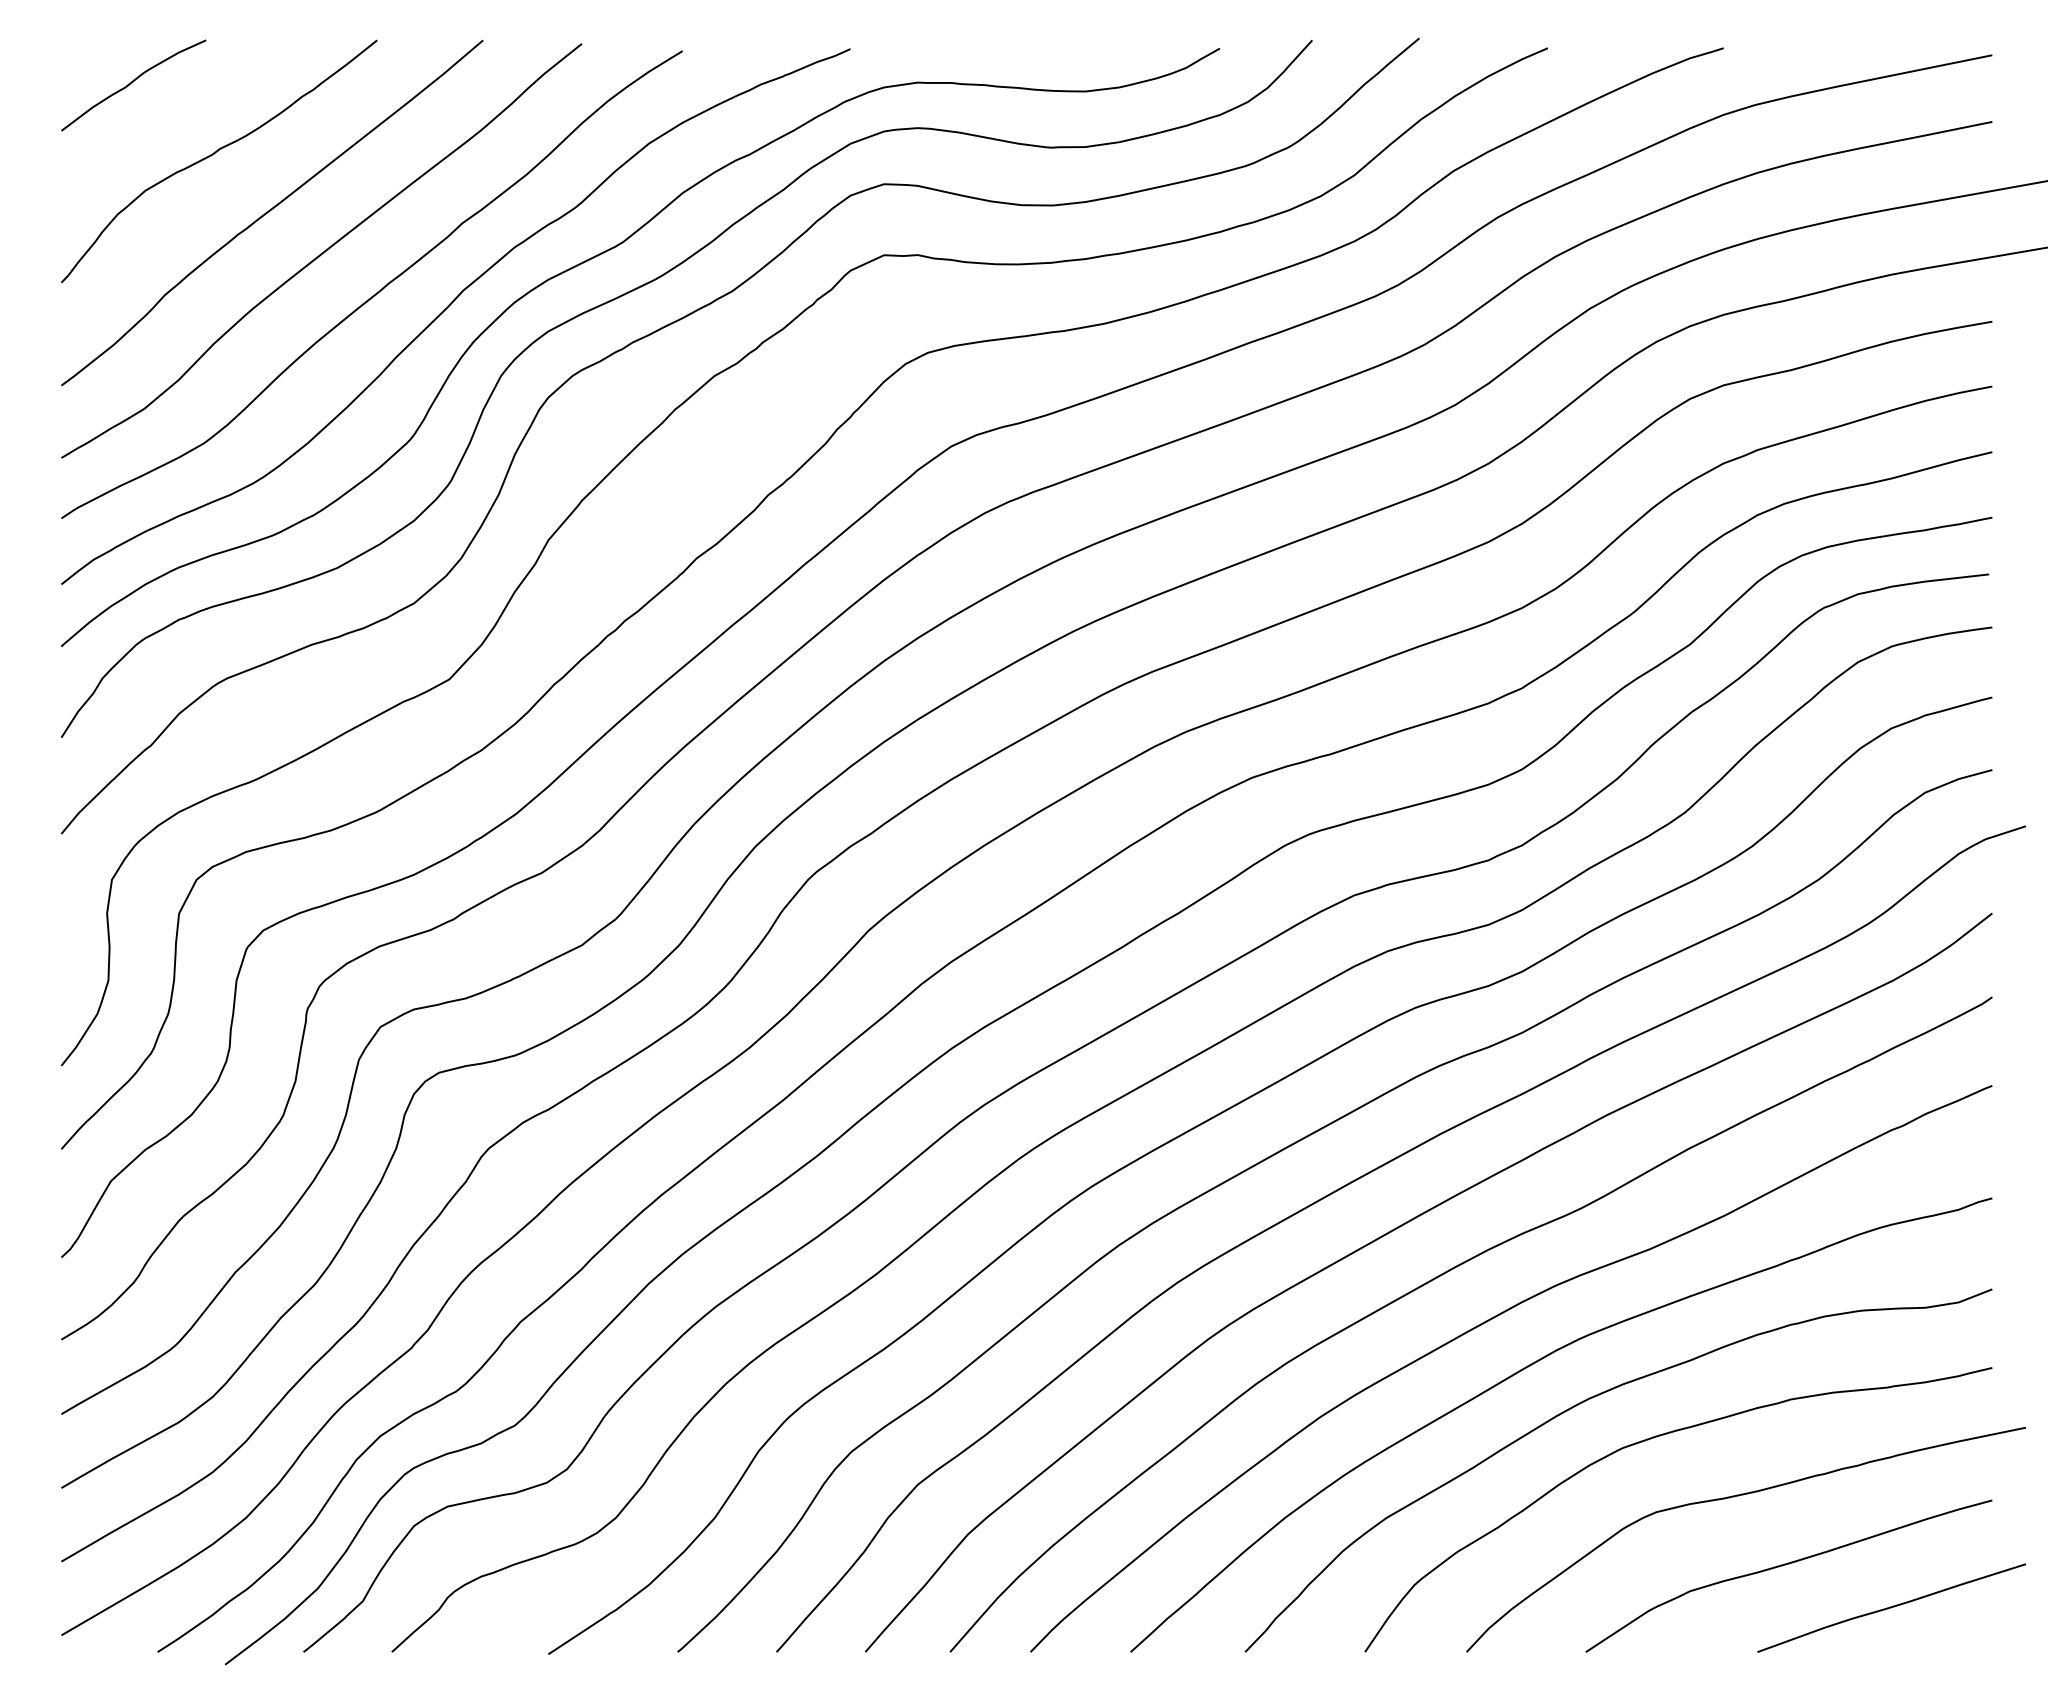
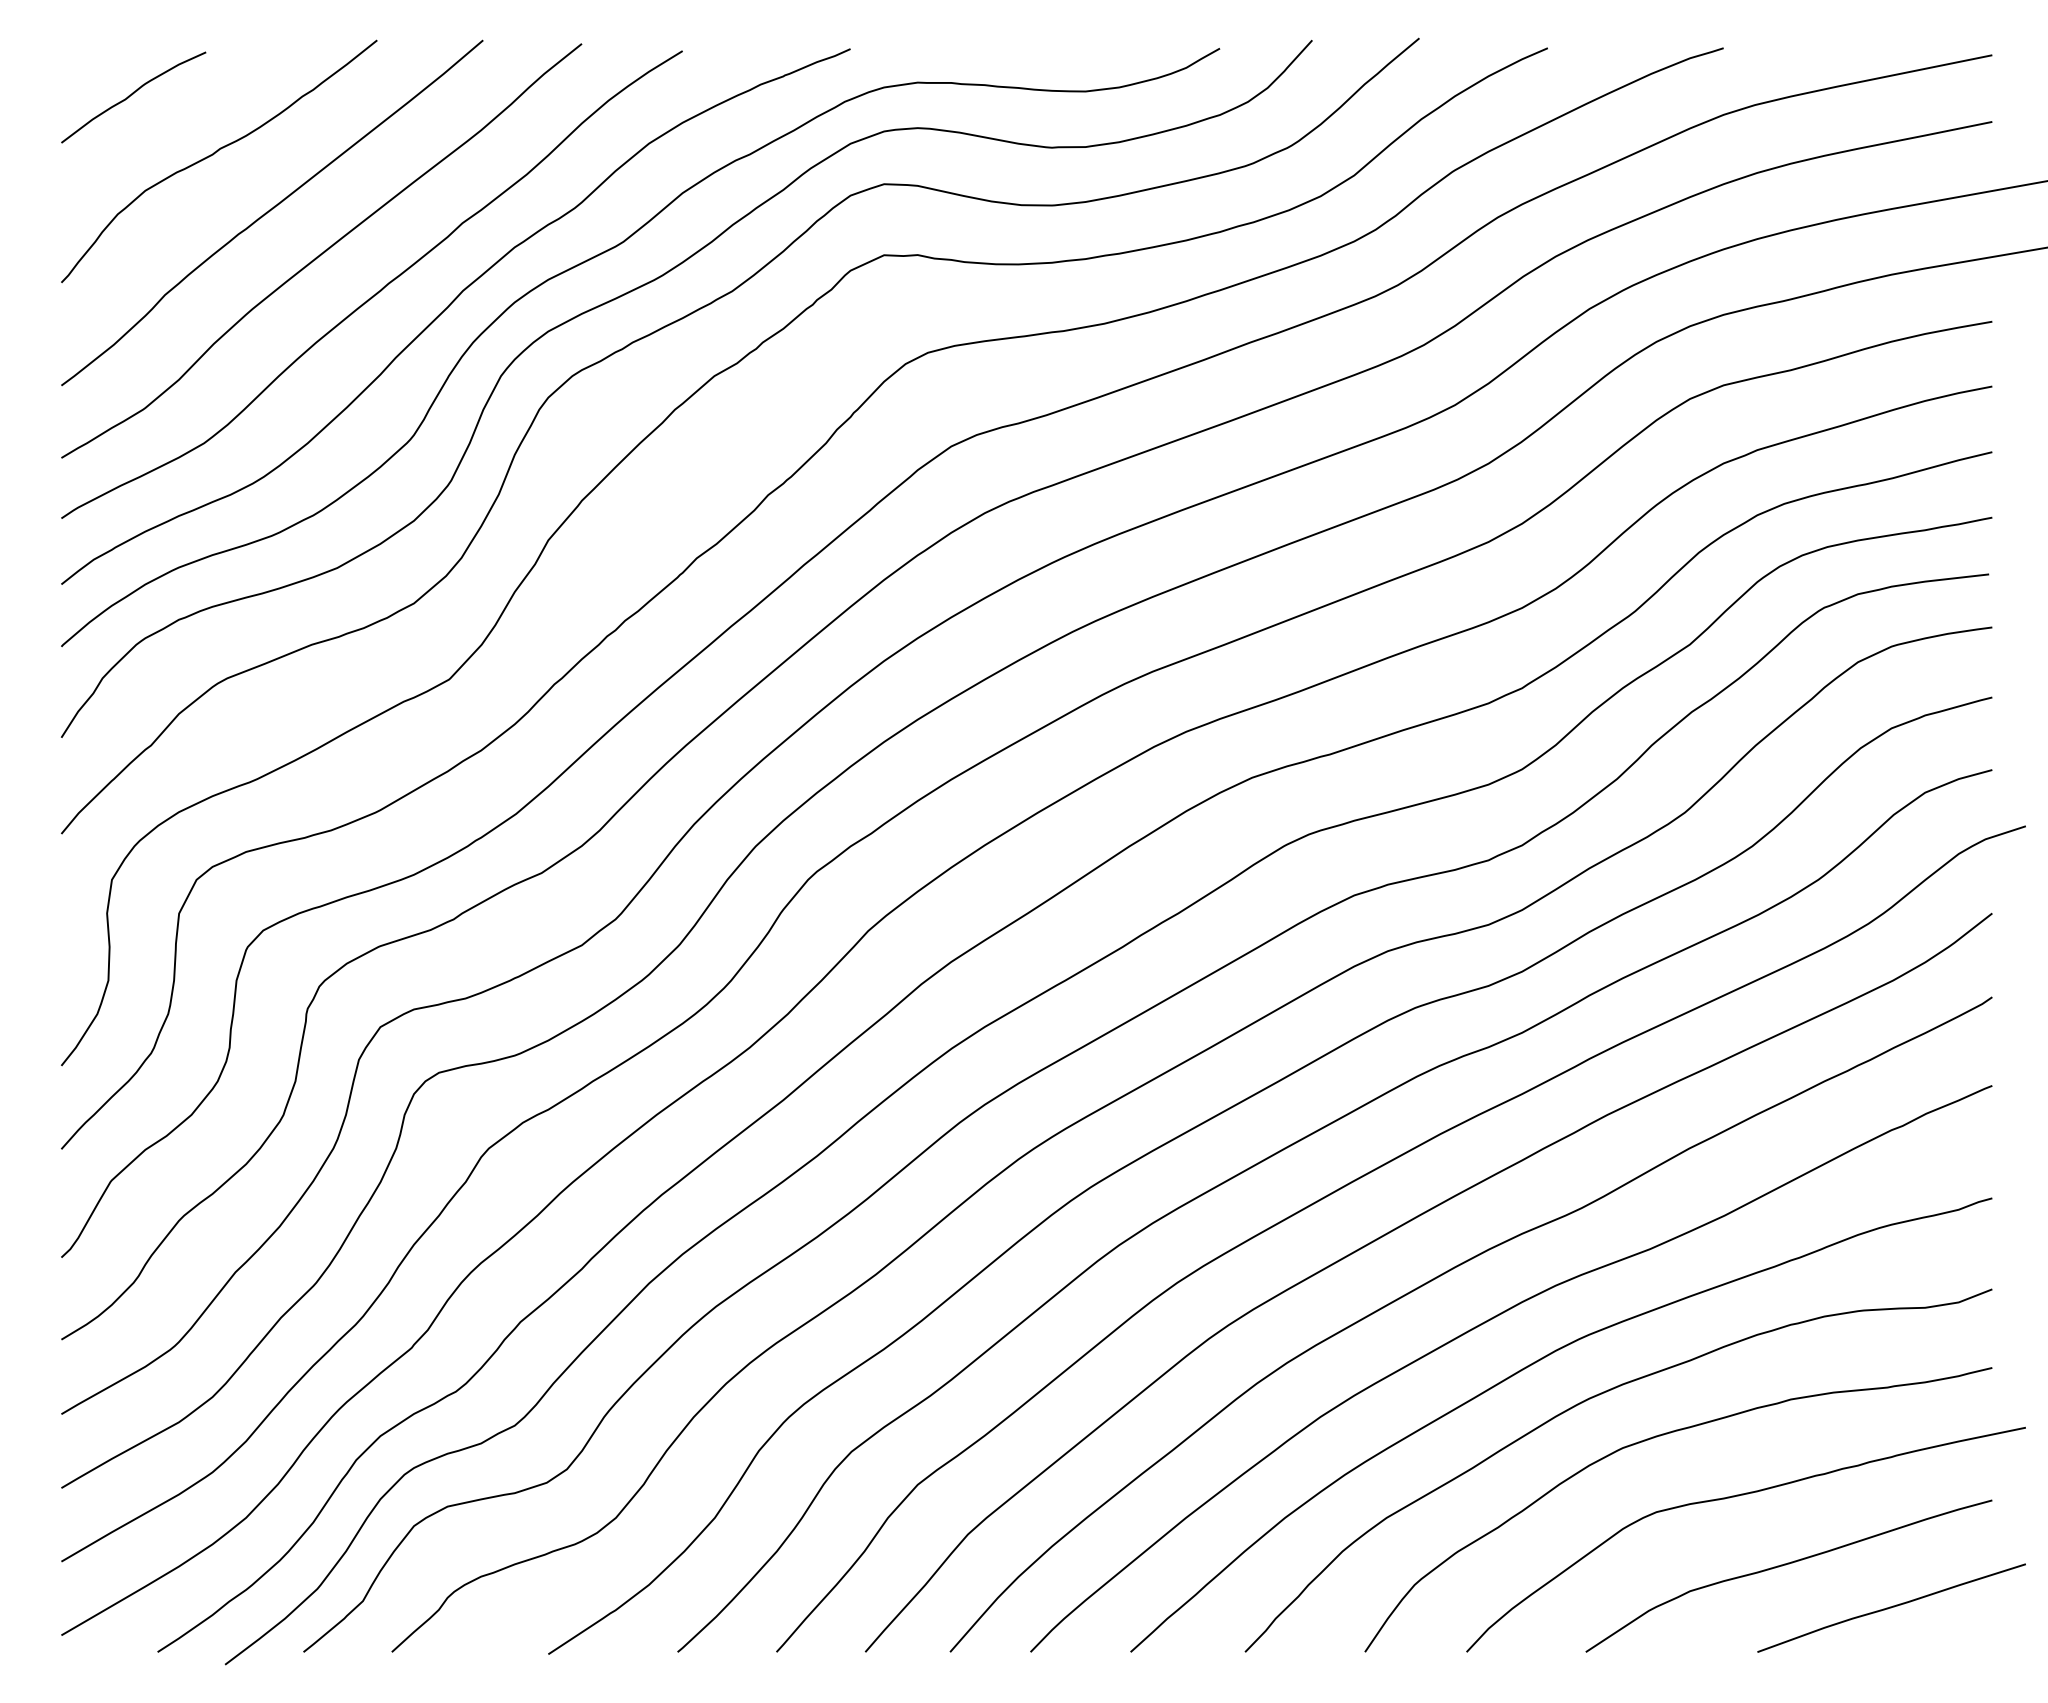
curve at (132, 83) position: (132, 83) -> (132, 95)
